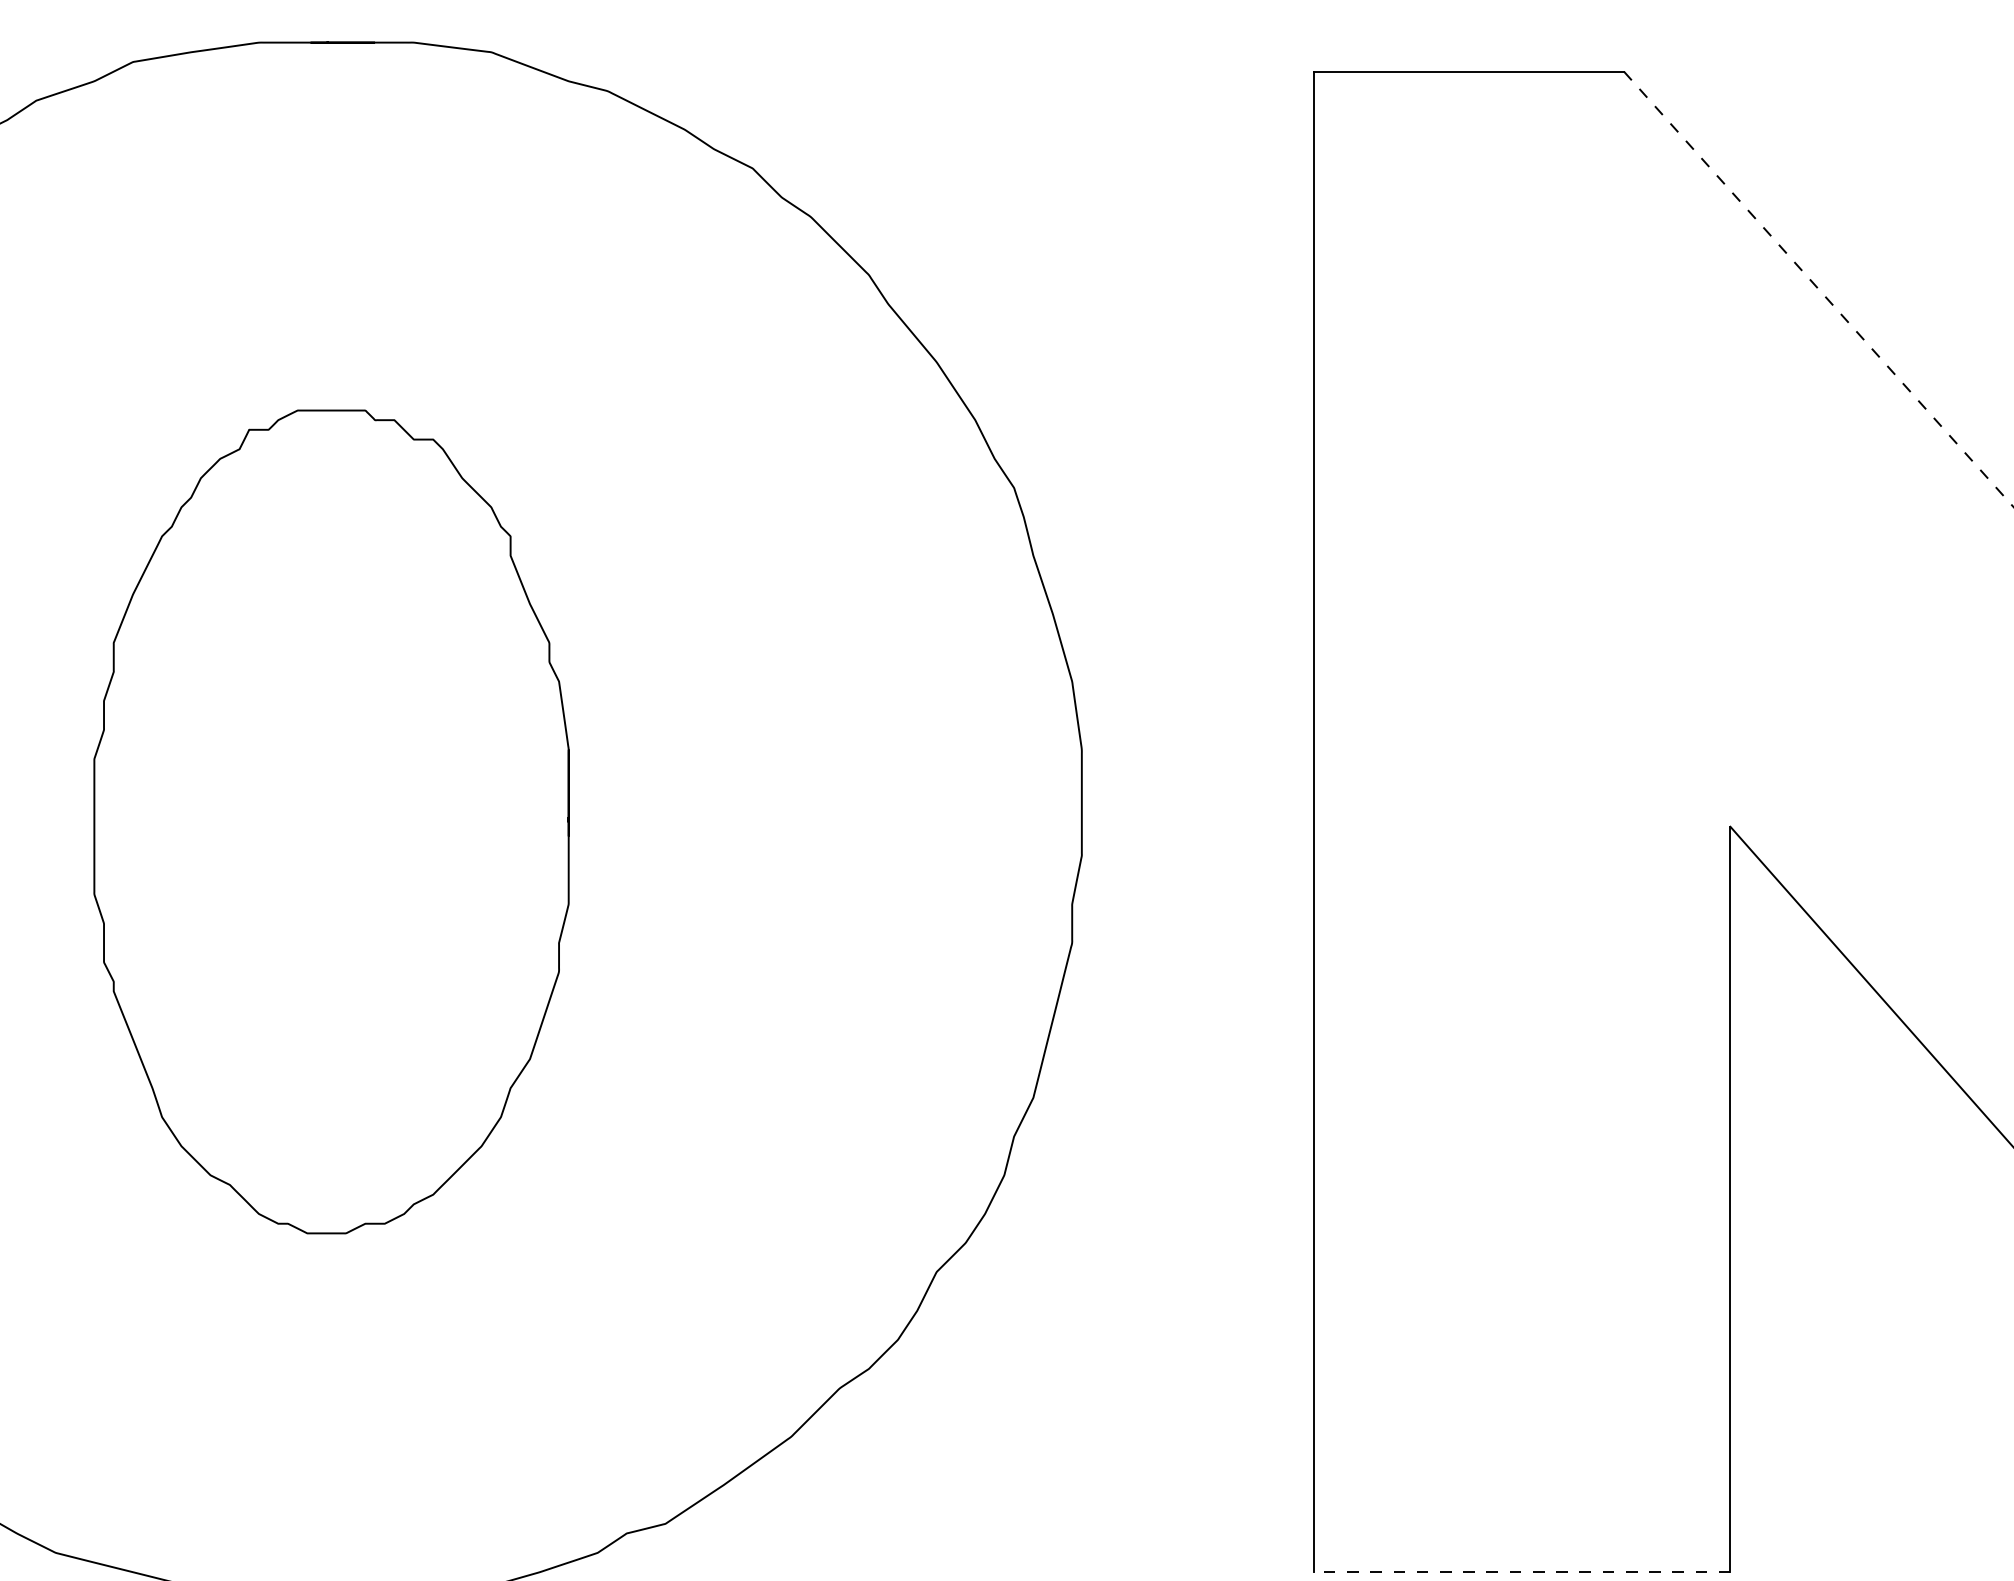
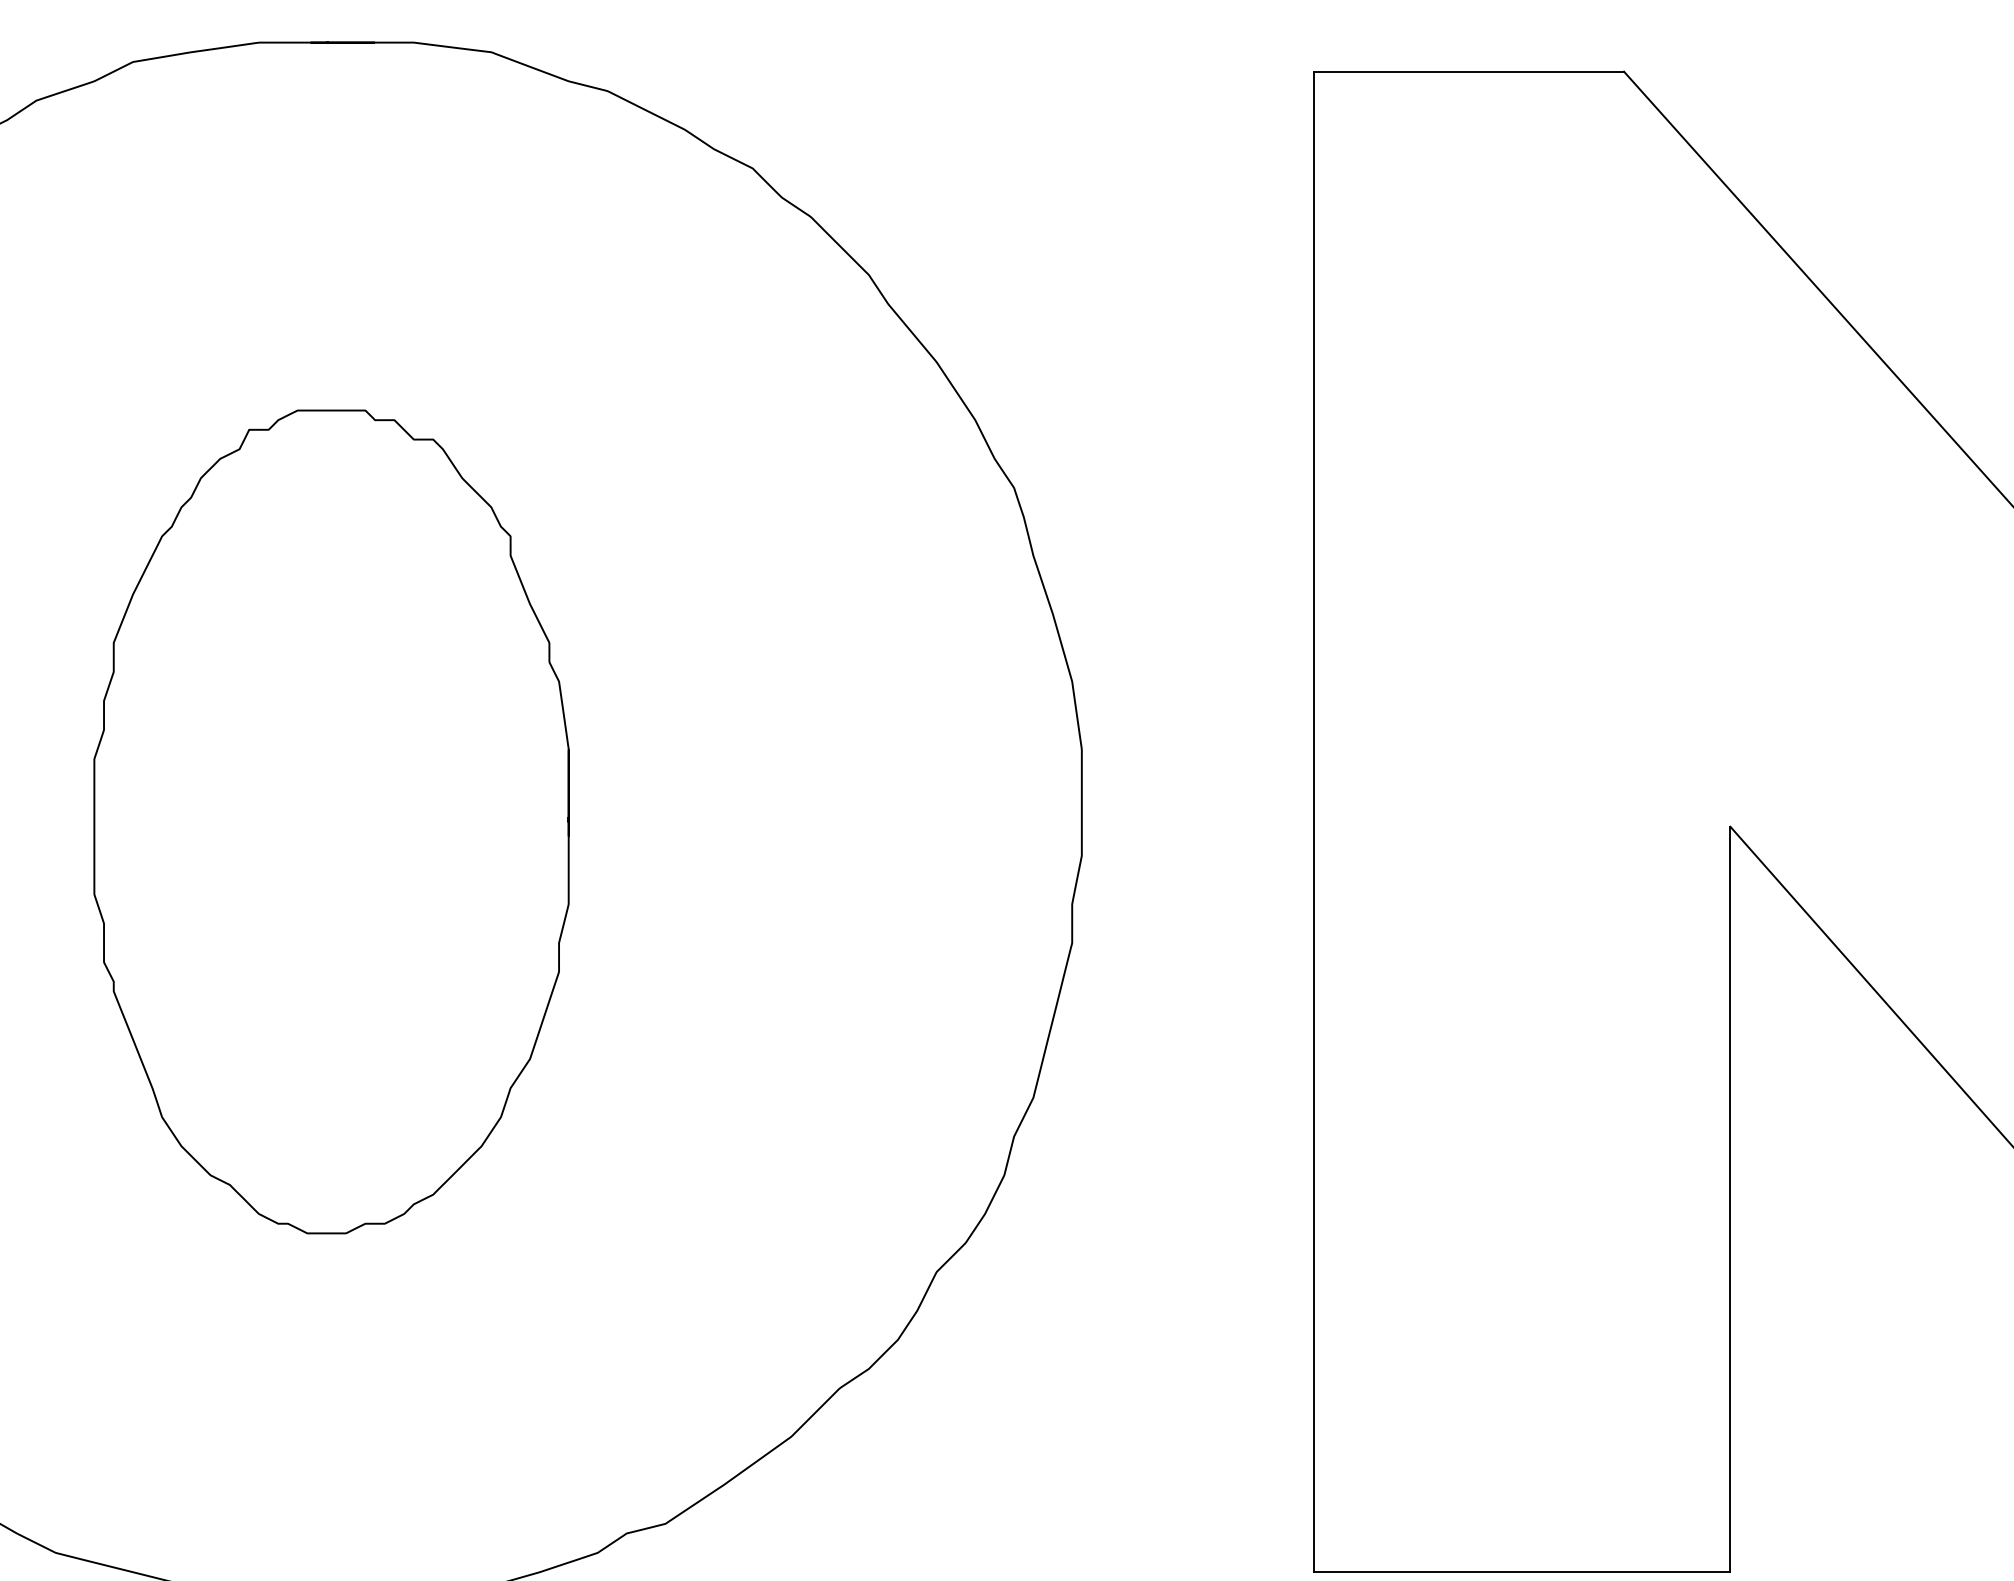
line at (1819, 289): dashed -> solid
line at (1521, 1572): dashed -> solid
